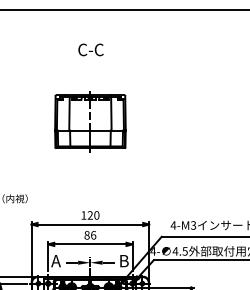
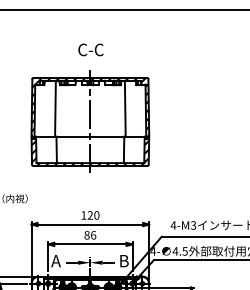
part at (90, 121) size: 73x62 px -> 121x103 px
